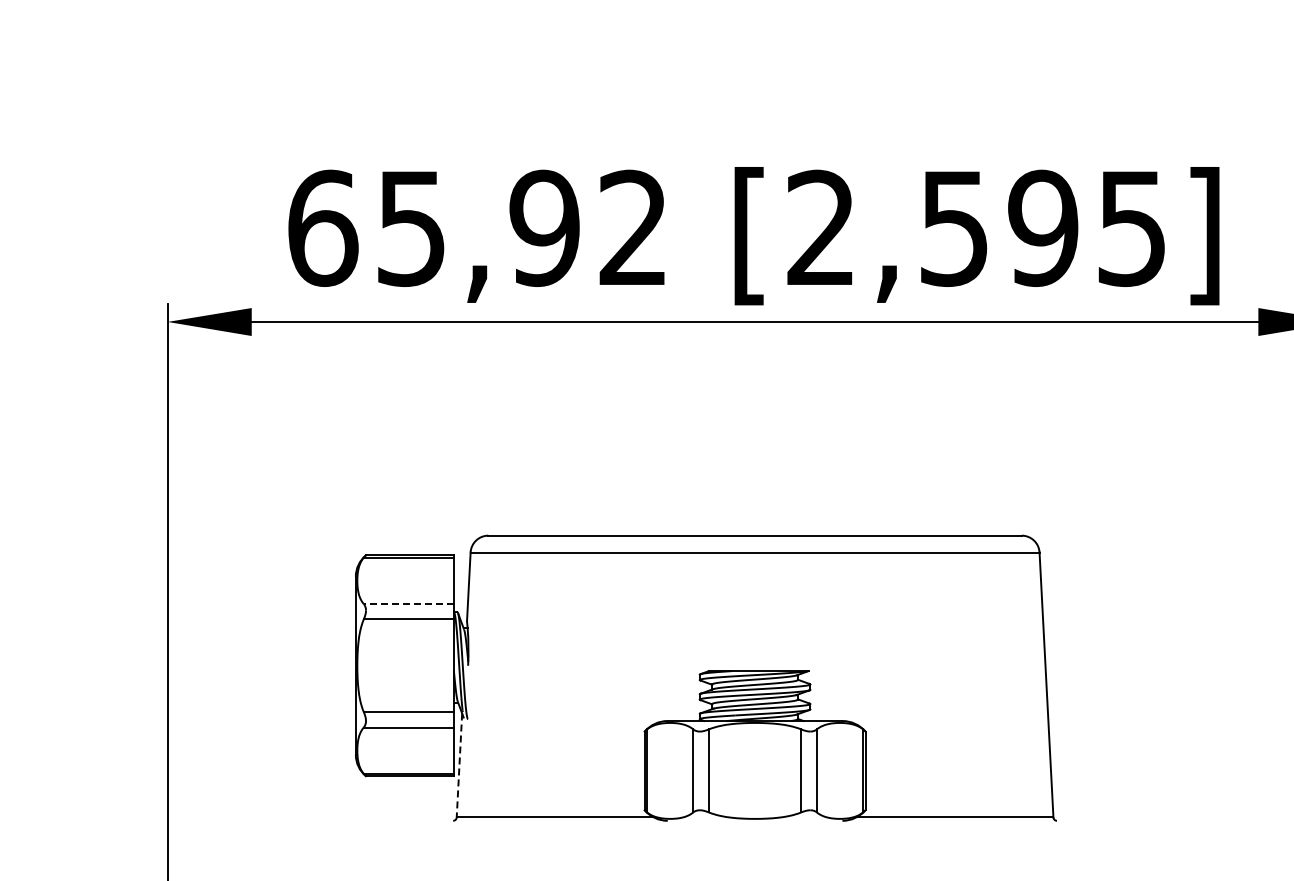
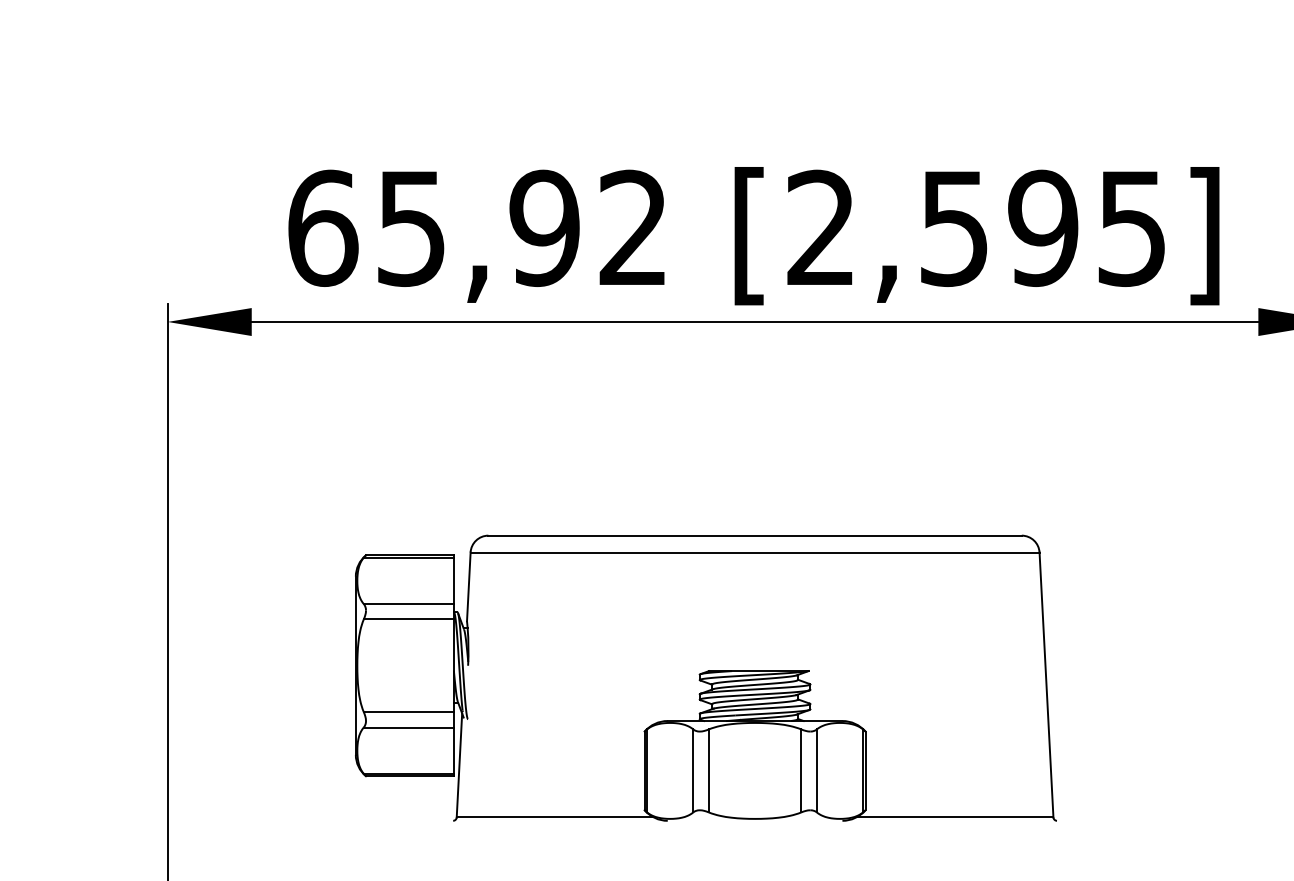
line at (408, 604): dashed -> solid
line at (459, 765): dashed -> solid
